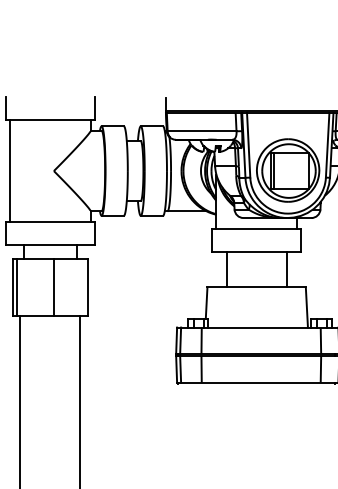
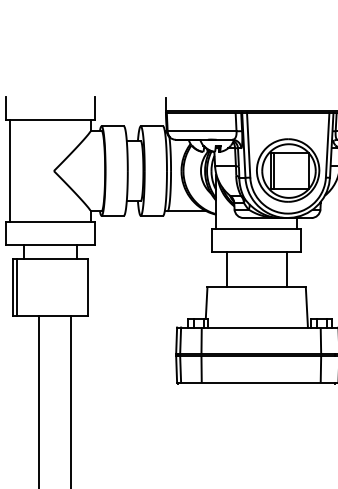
line at (54, 287): present -> none
line at (20, 400) position: (20, 400) -> (39, 400)
line at (80, 400) position: (80, 400) -> (71, 400)
